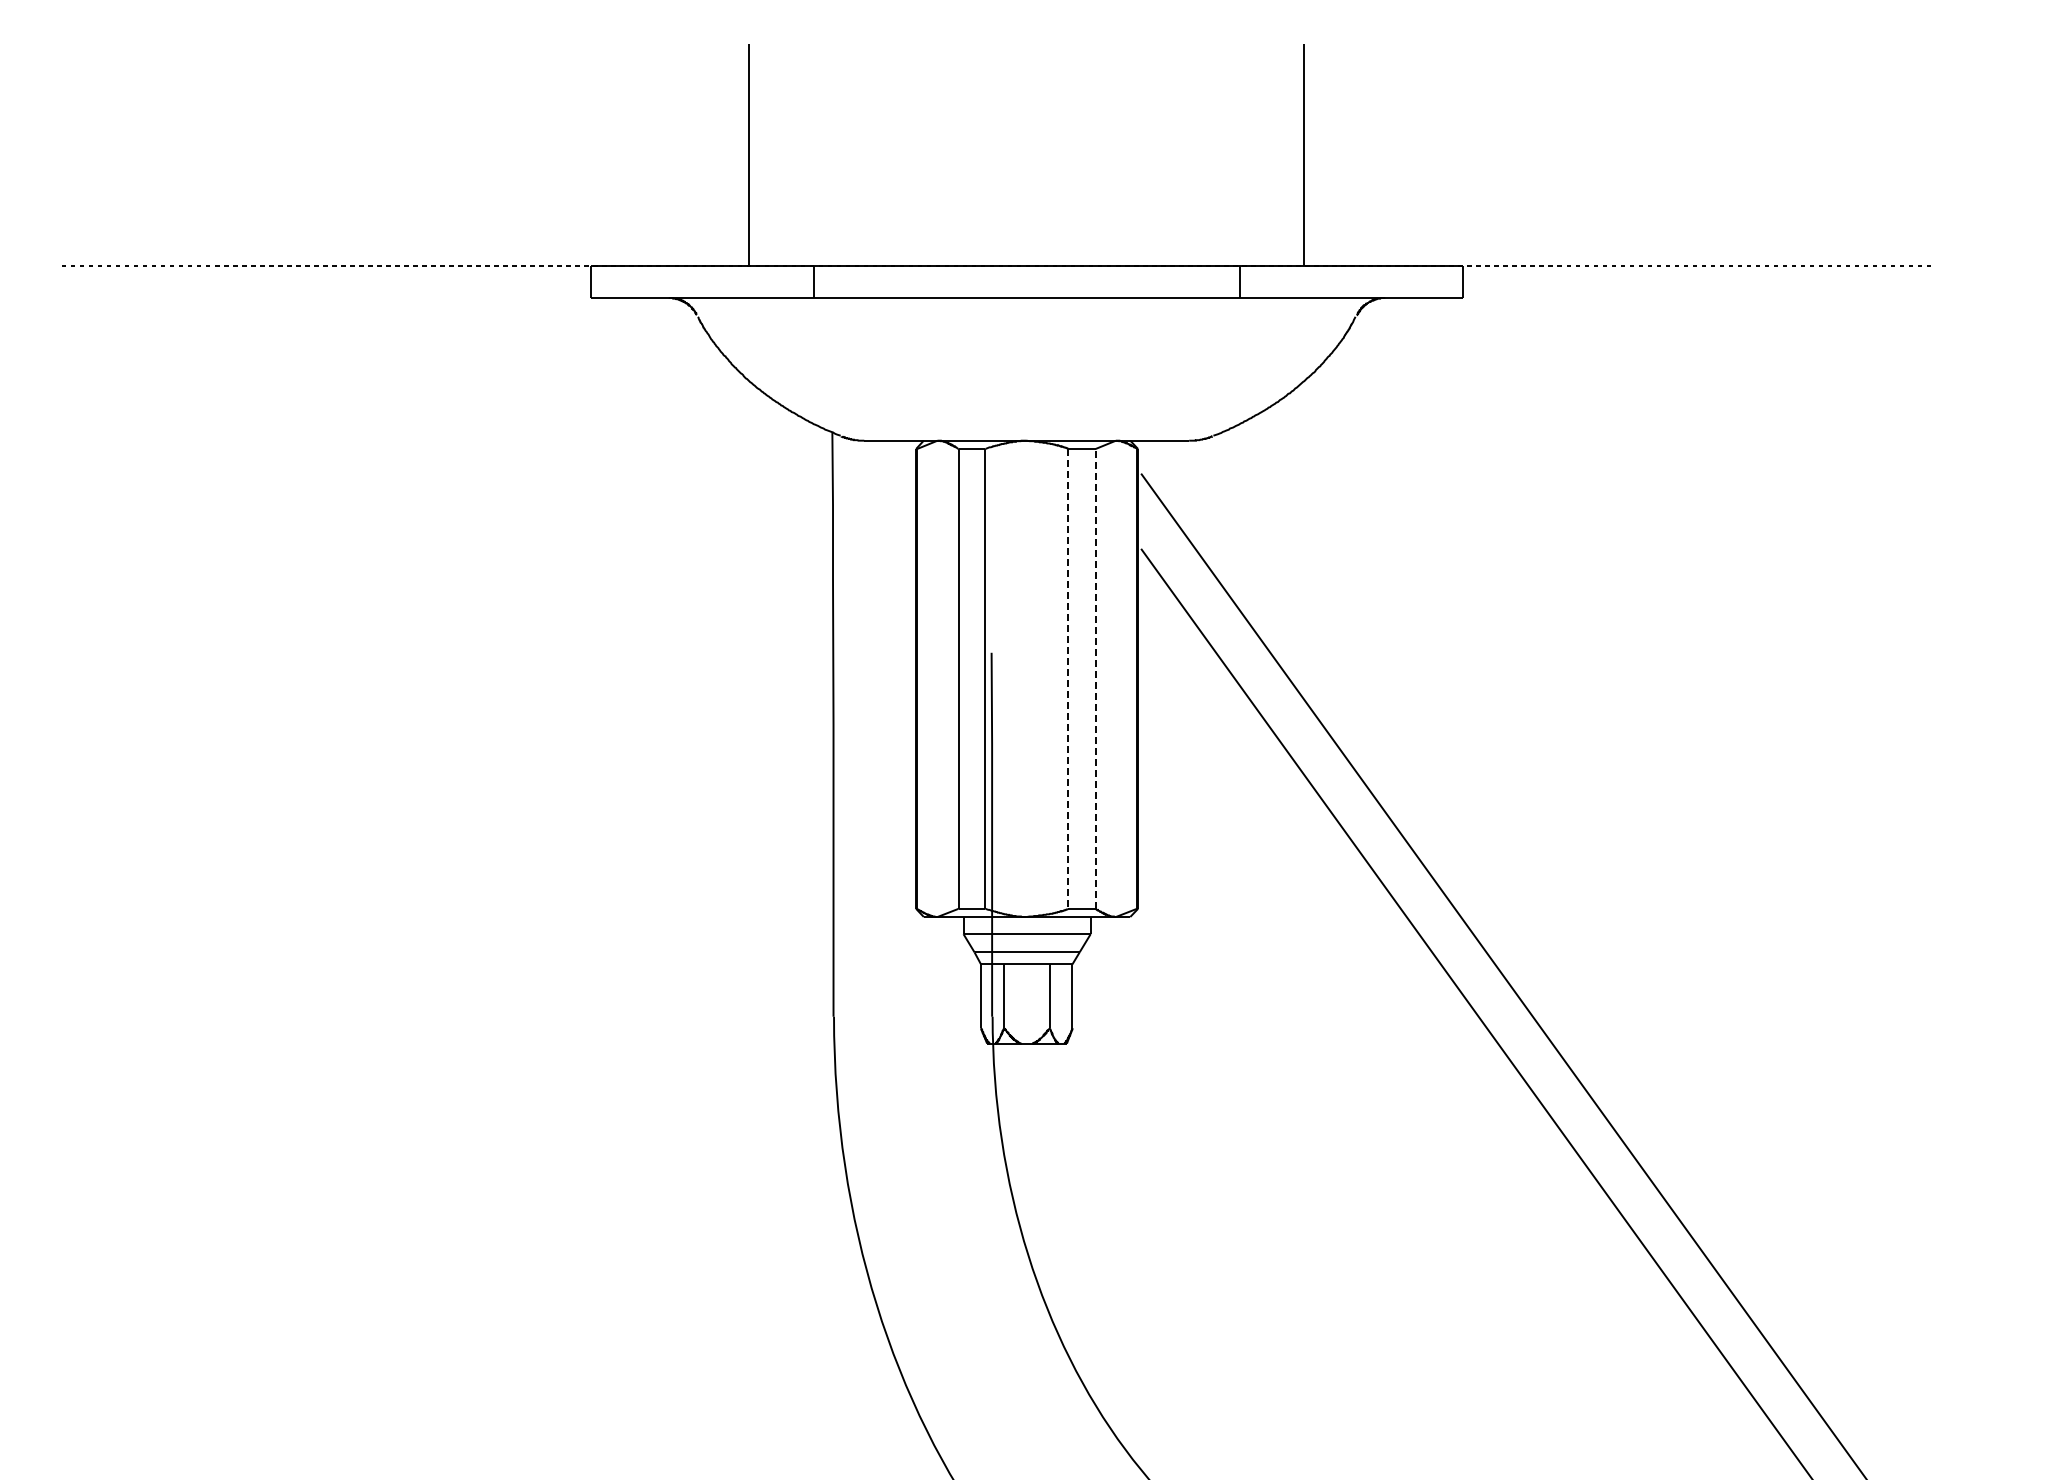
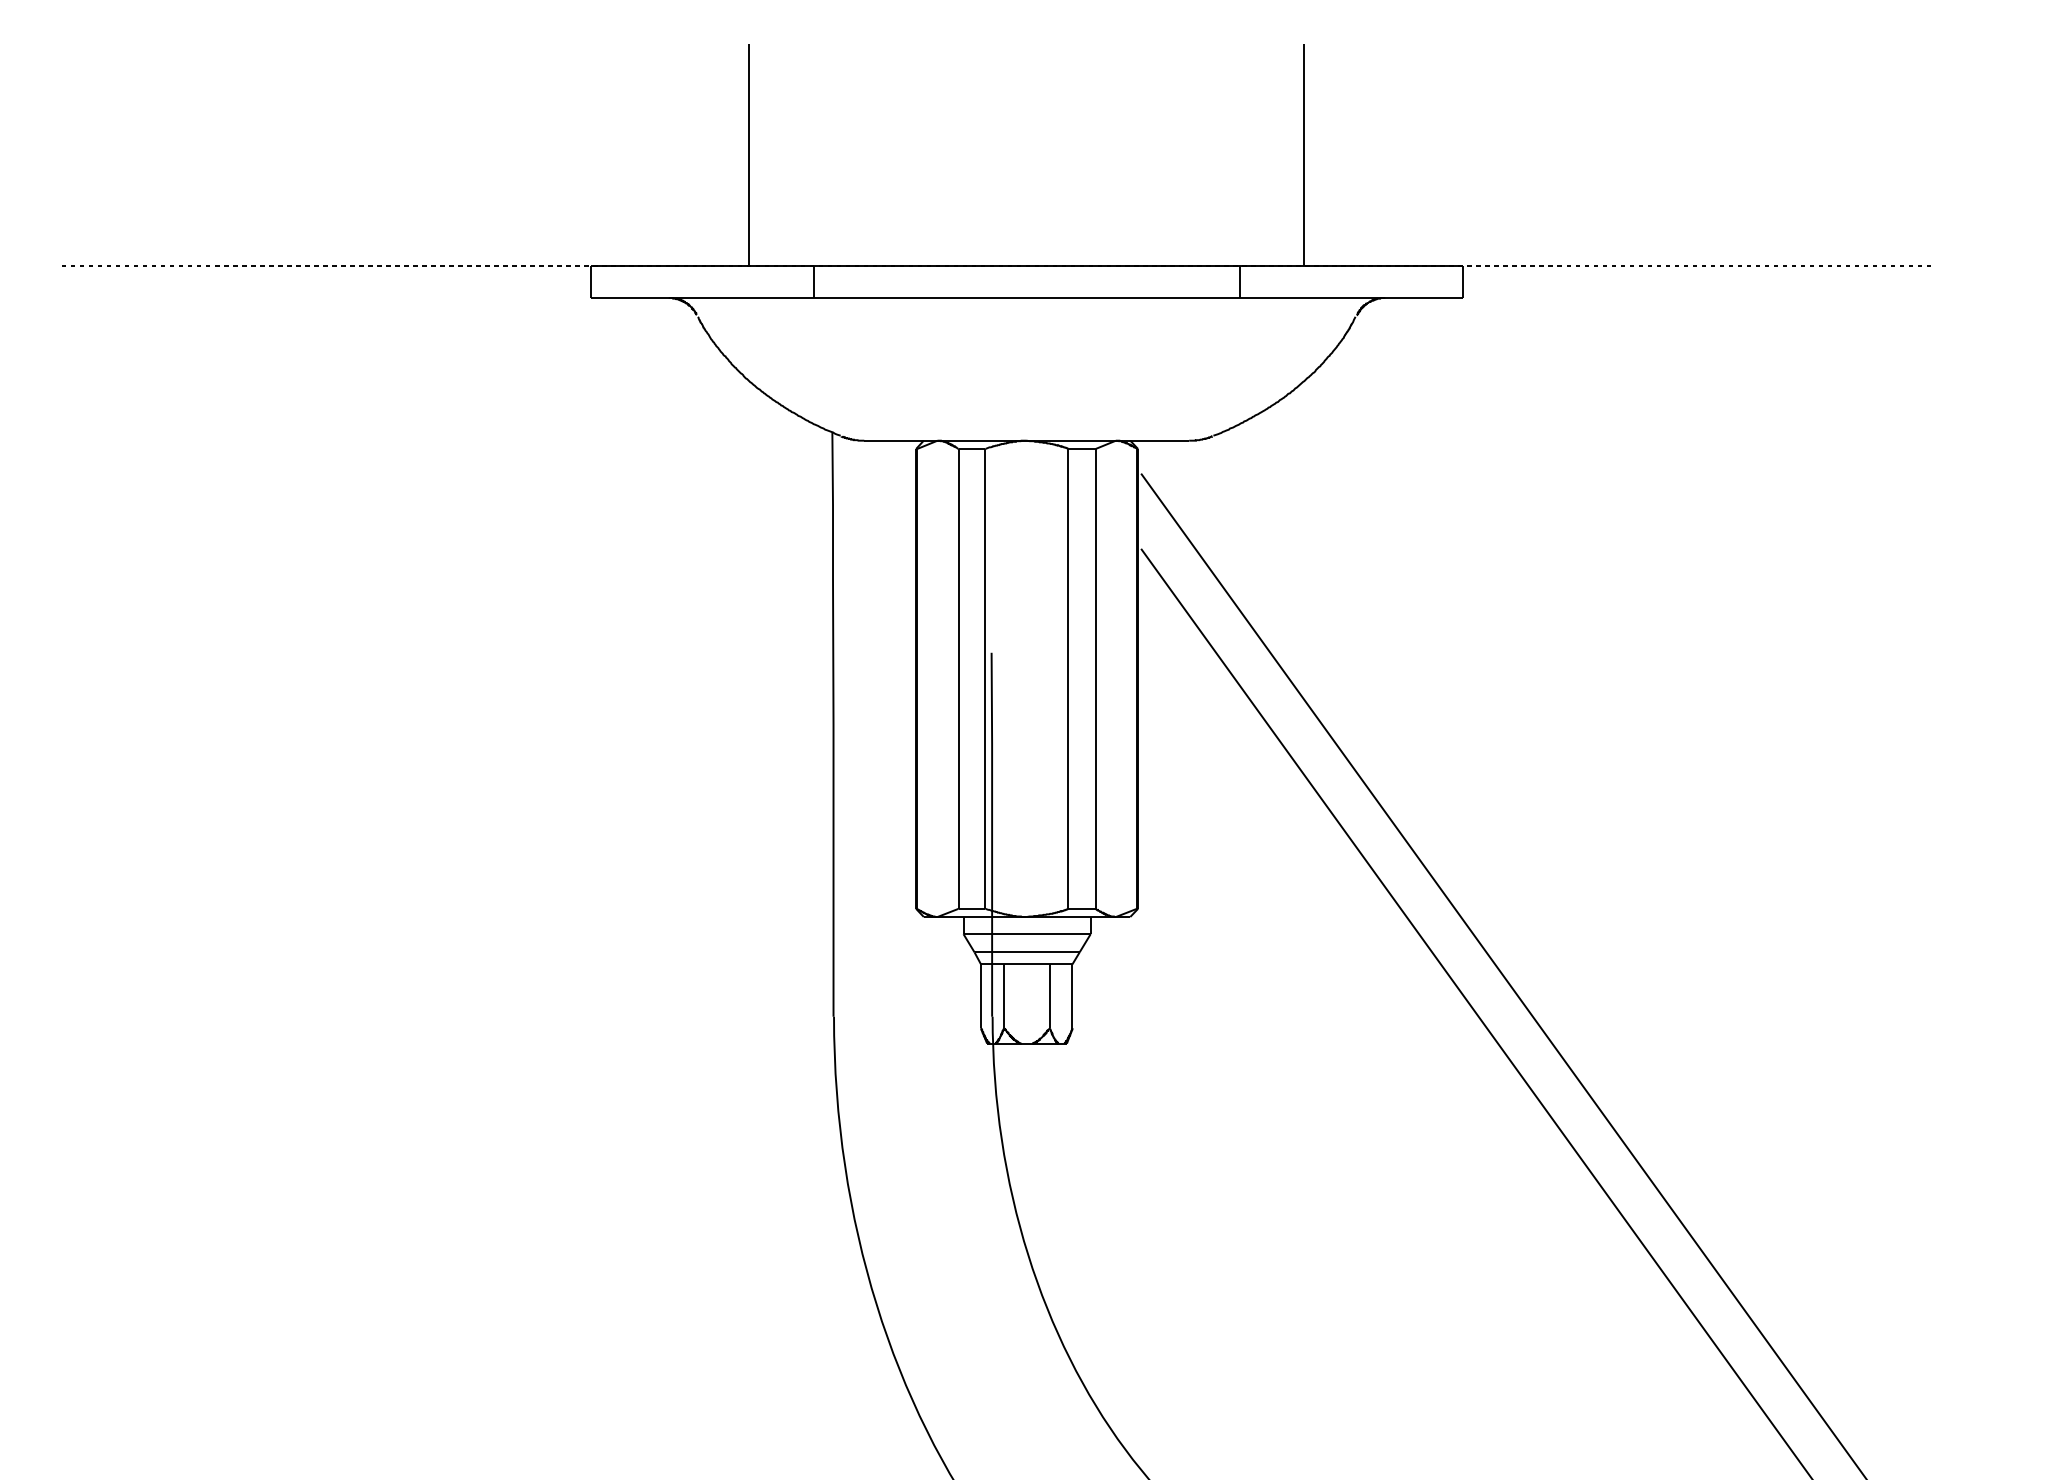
line at (1067, 678): dashed -> solid
line at (1095, 678): dashed -> solid
